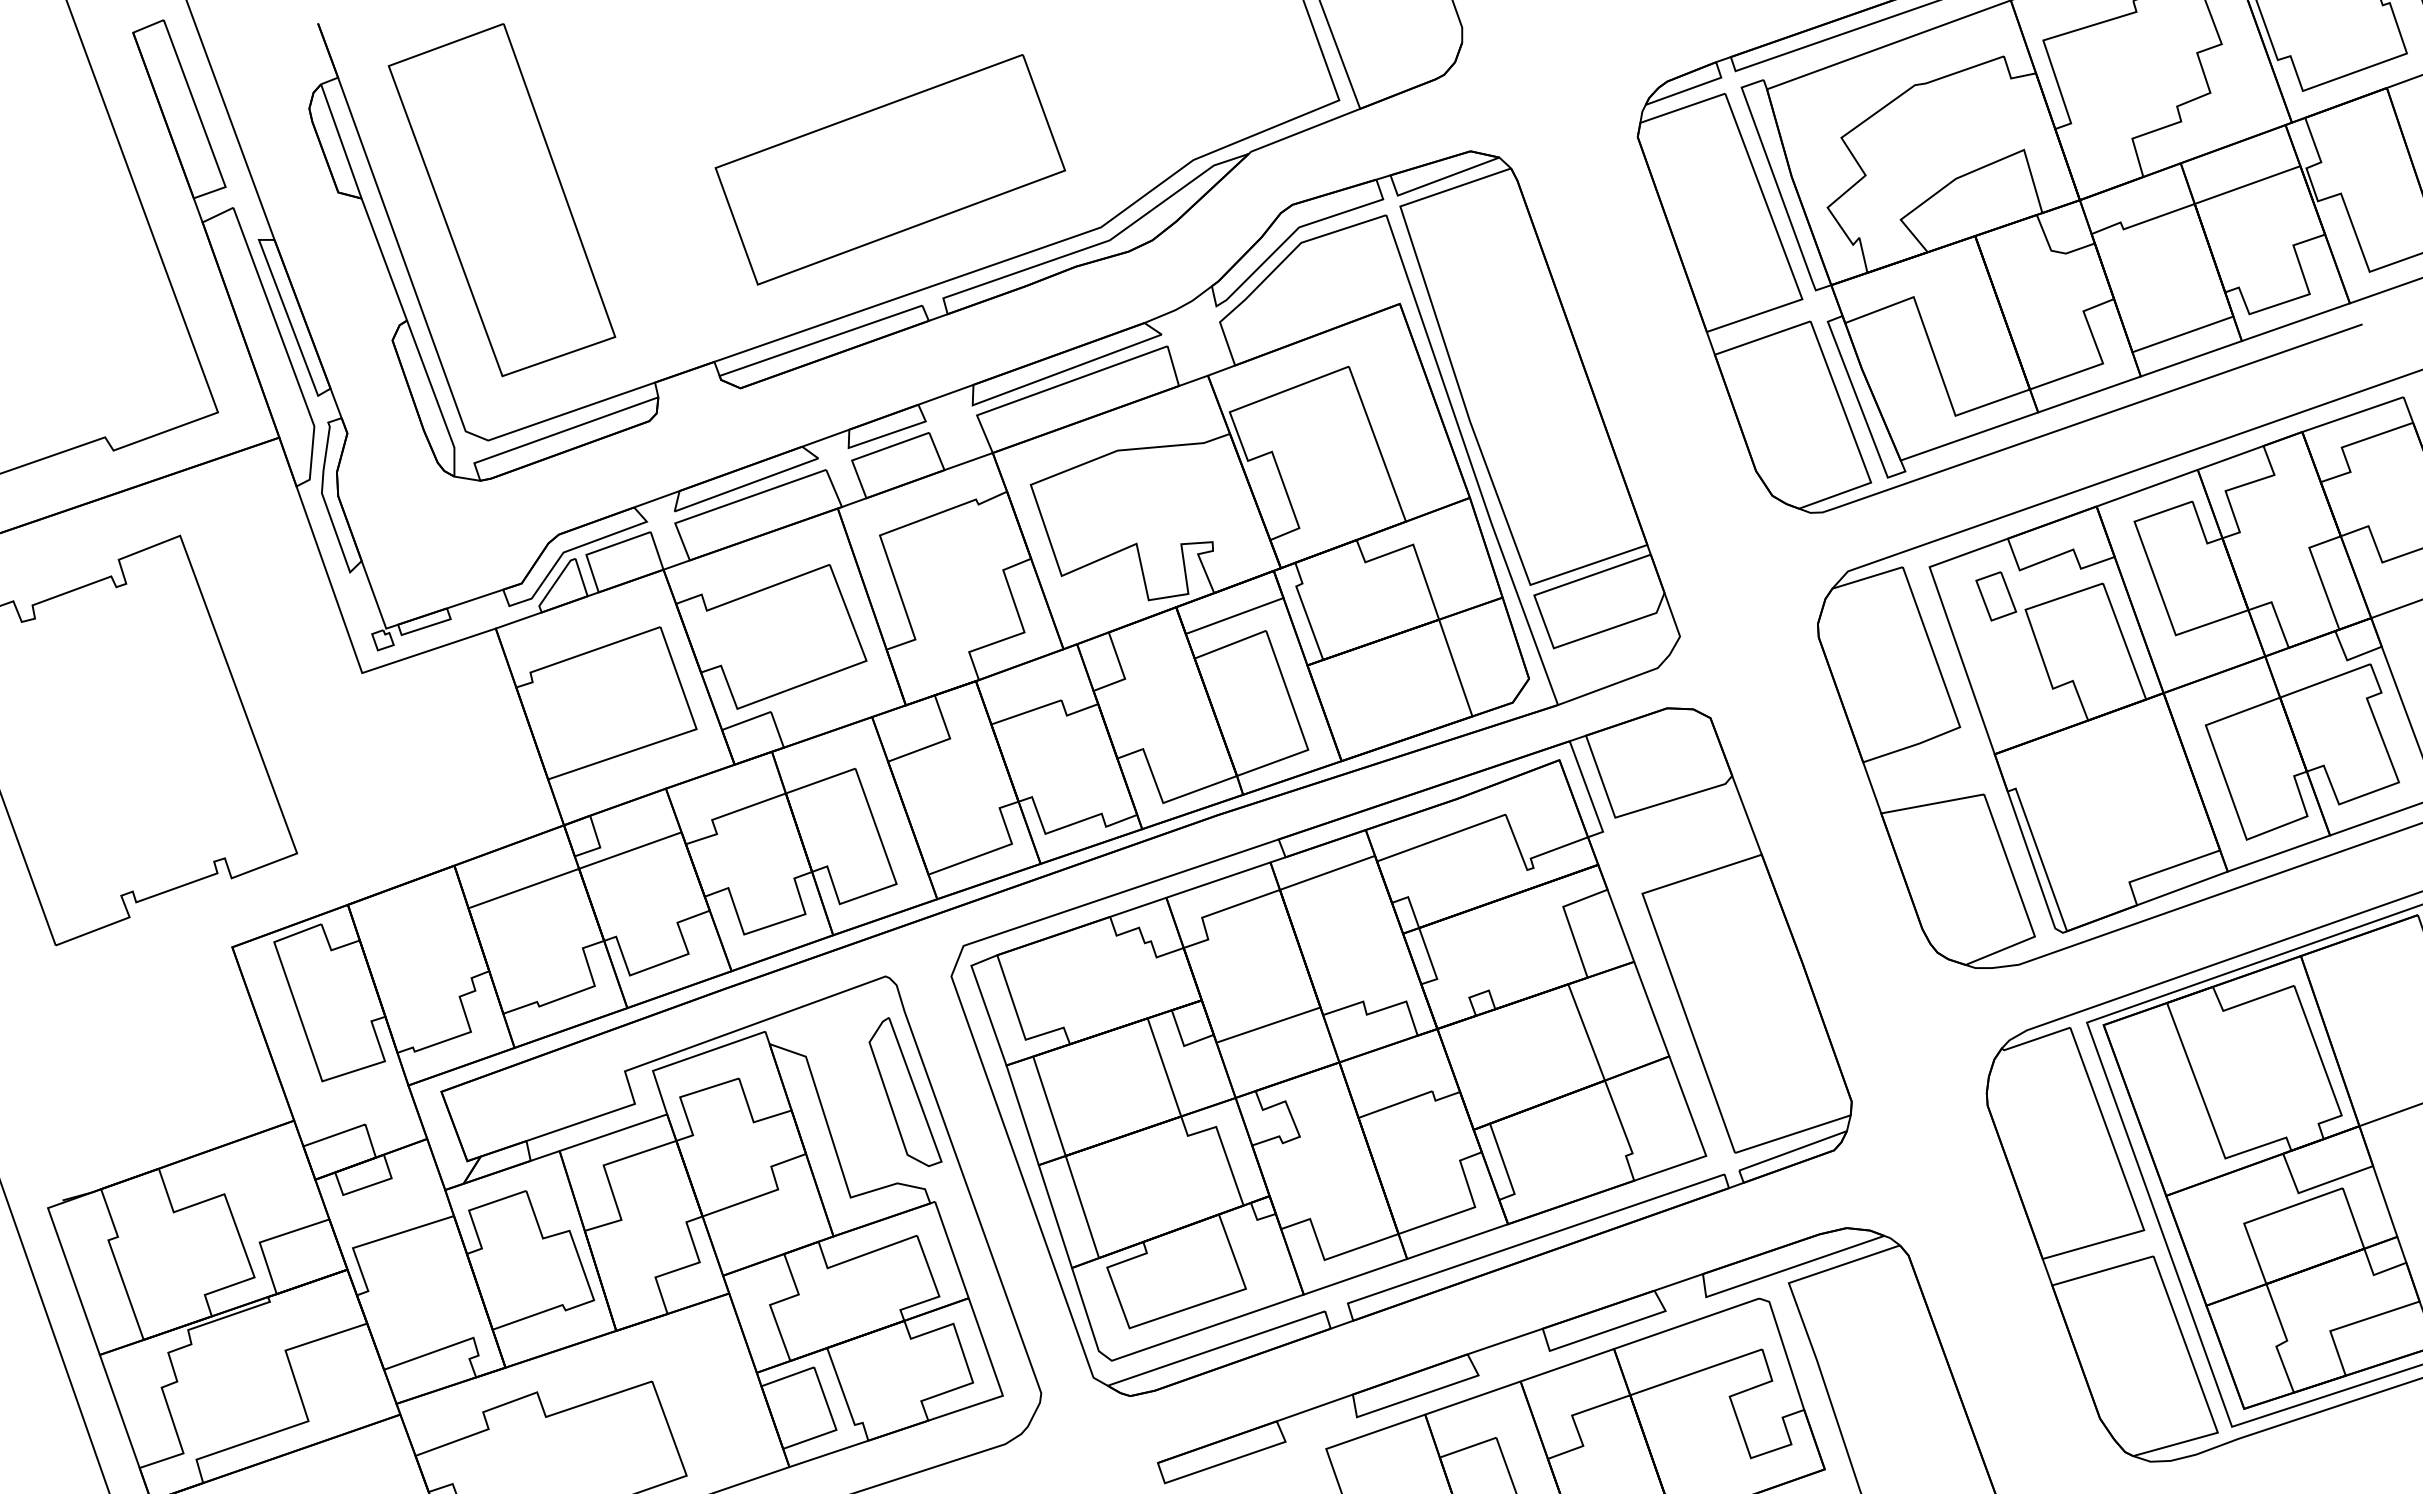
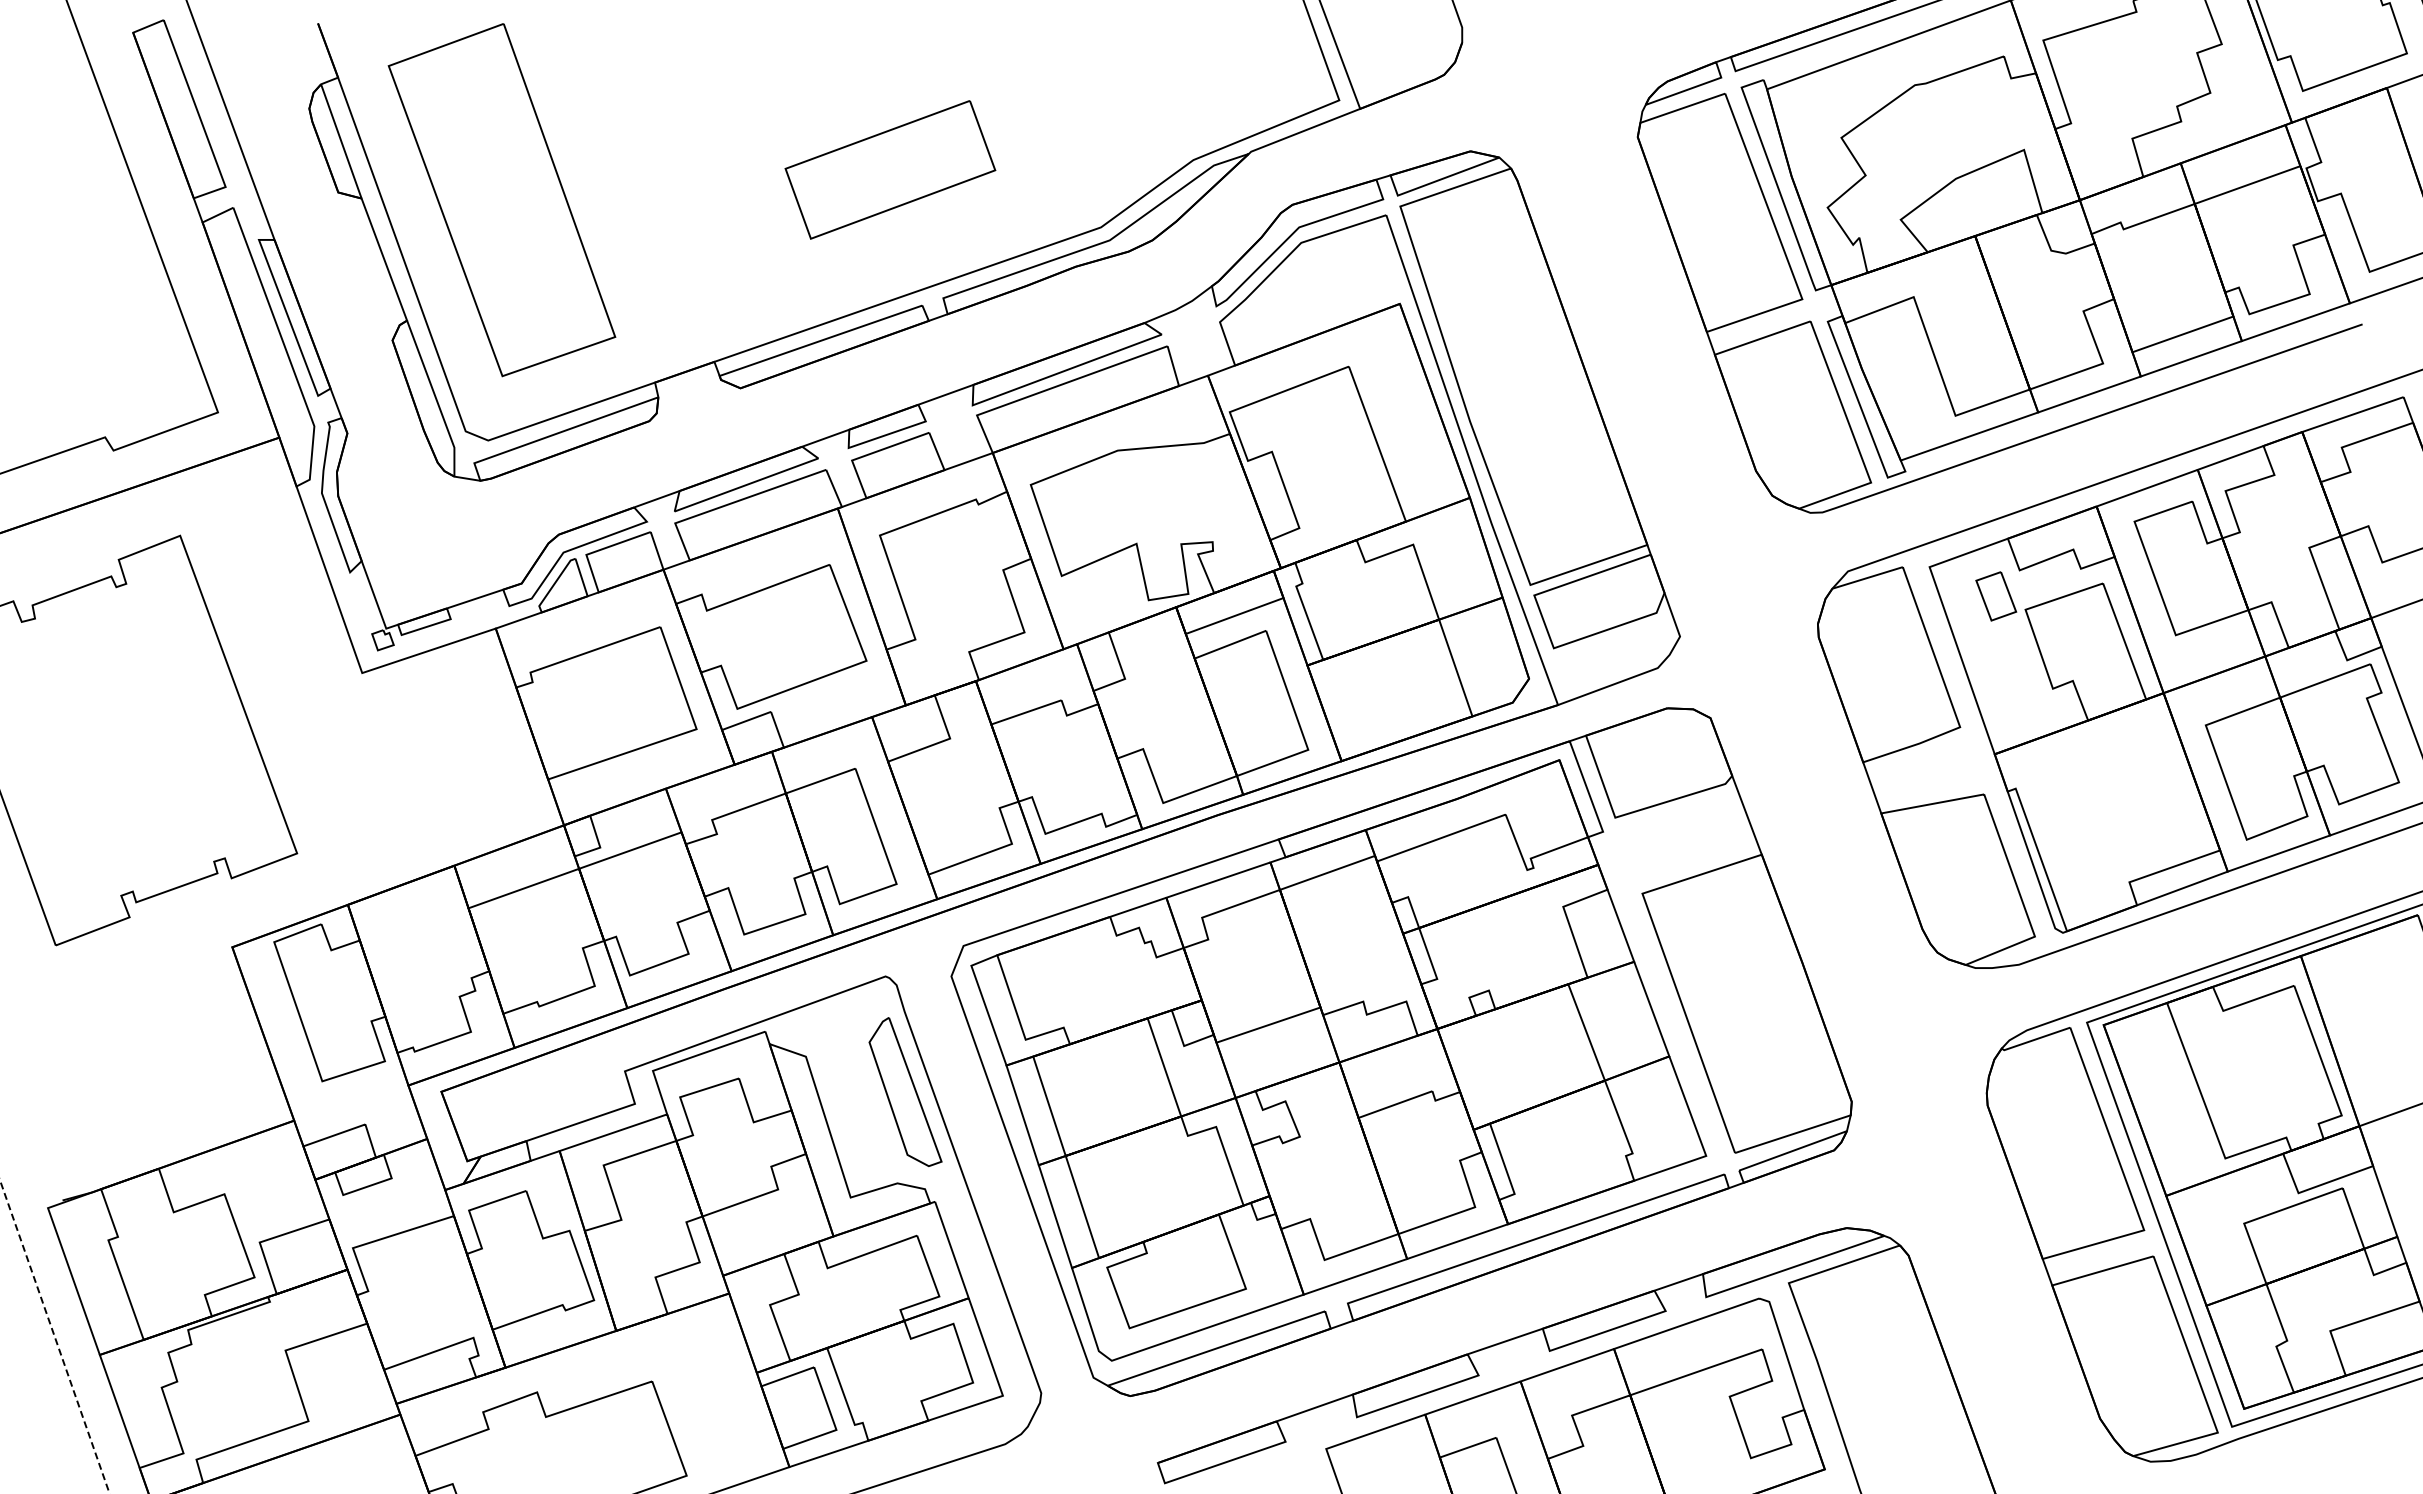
part at (890, 169) size: 353x232 px -> 213x140 px
line at (54, 1337): solid -> dashed
